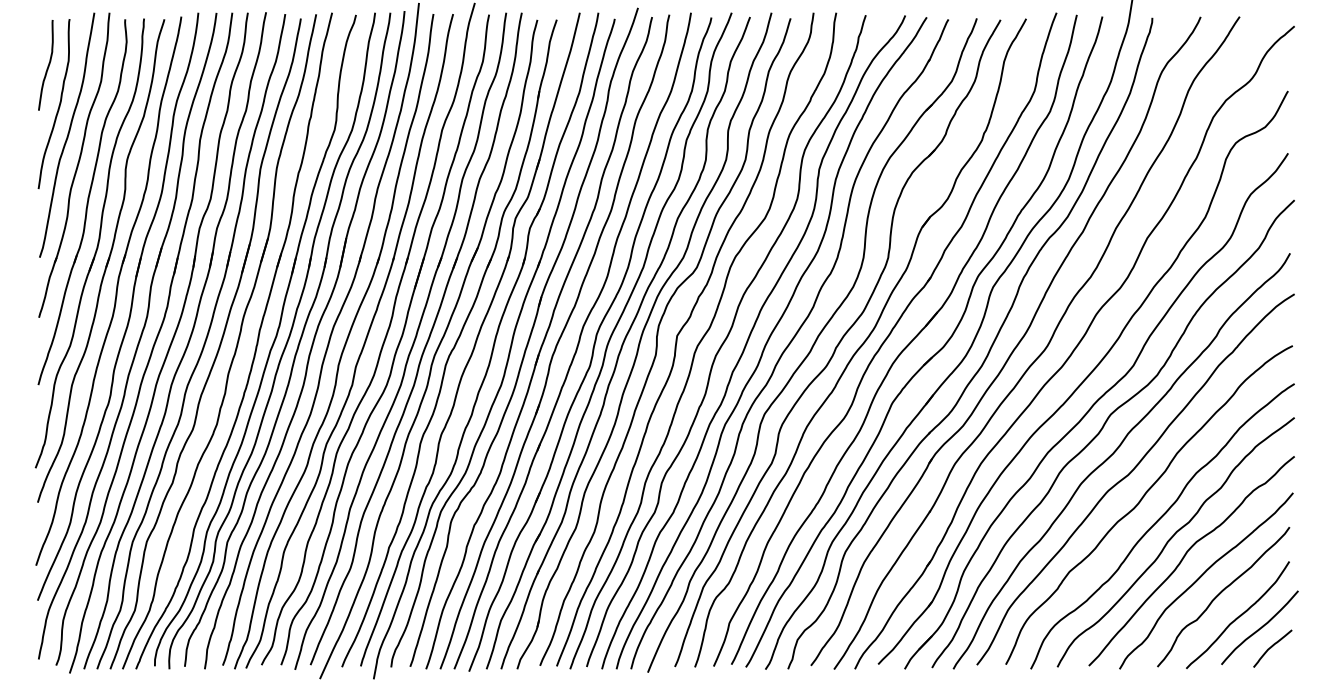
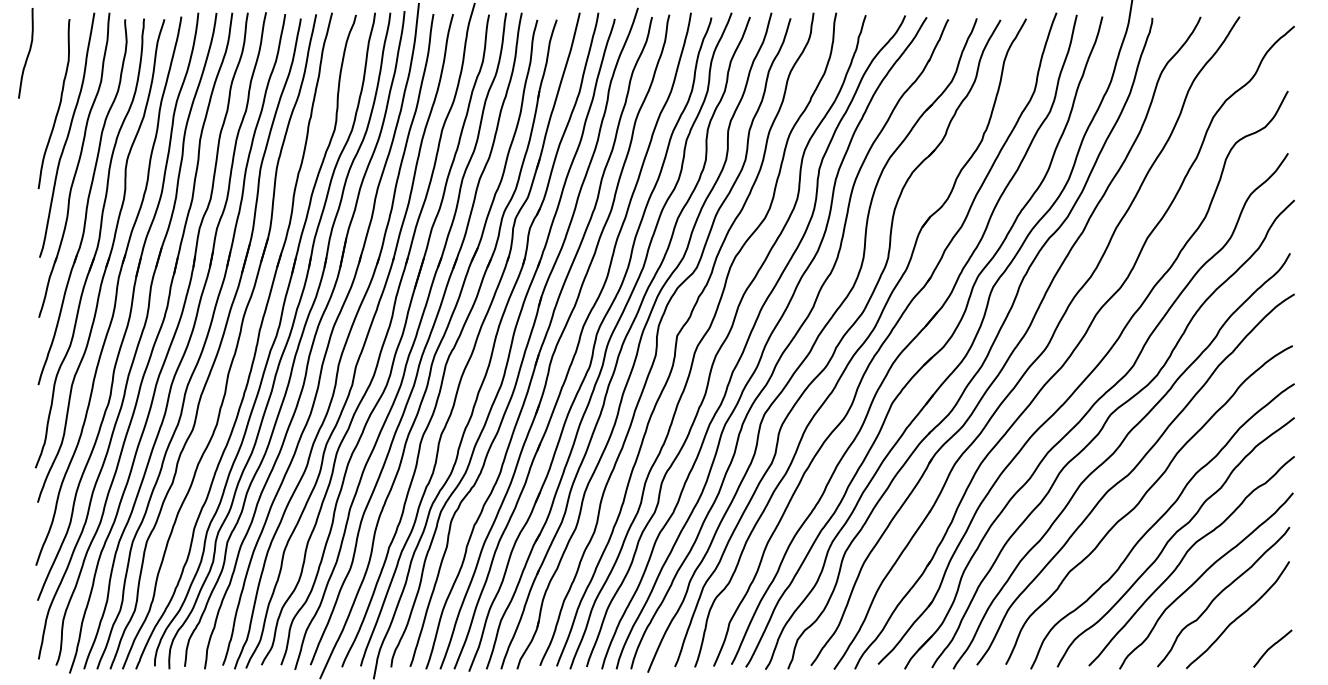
curve at (47, 65) position: (47, 65) -> (27, 53)
curve at (1260, 627): present -> none
